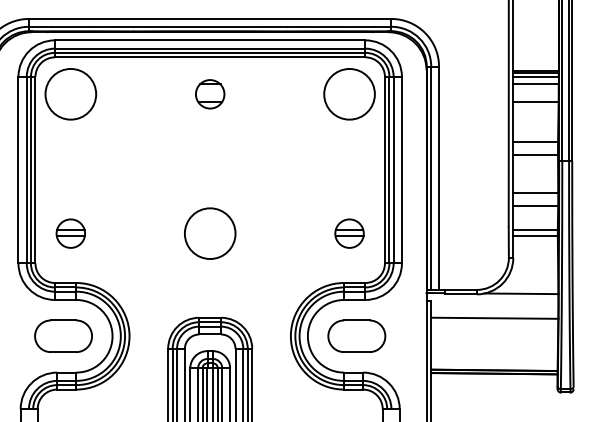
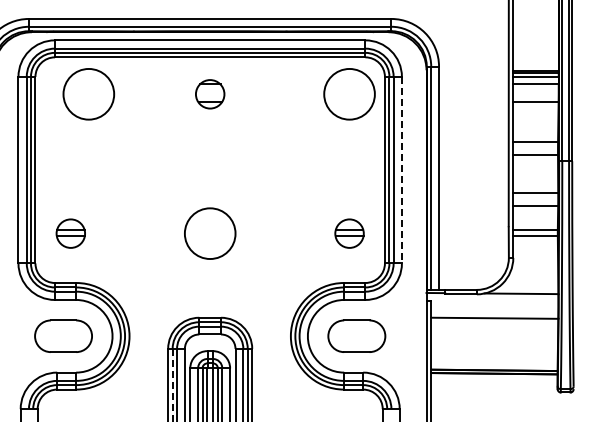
circle at (70, 94) position: (70, 94) -> (88, 94)
line at (401, 170): solid -> dashed
line at (172, 385): solid -> dashed
